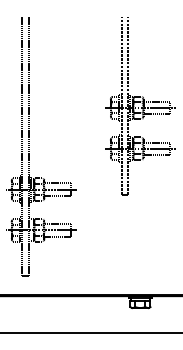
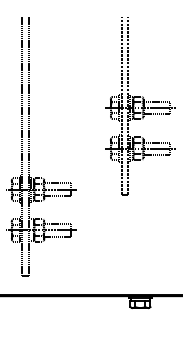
line at (90, 332): present -> none
